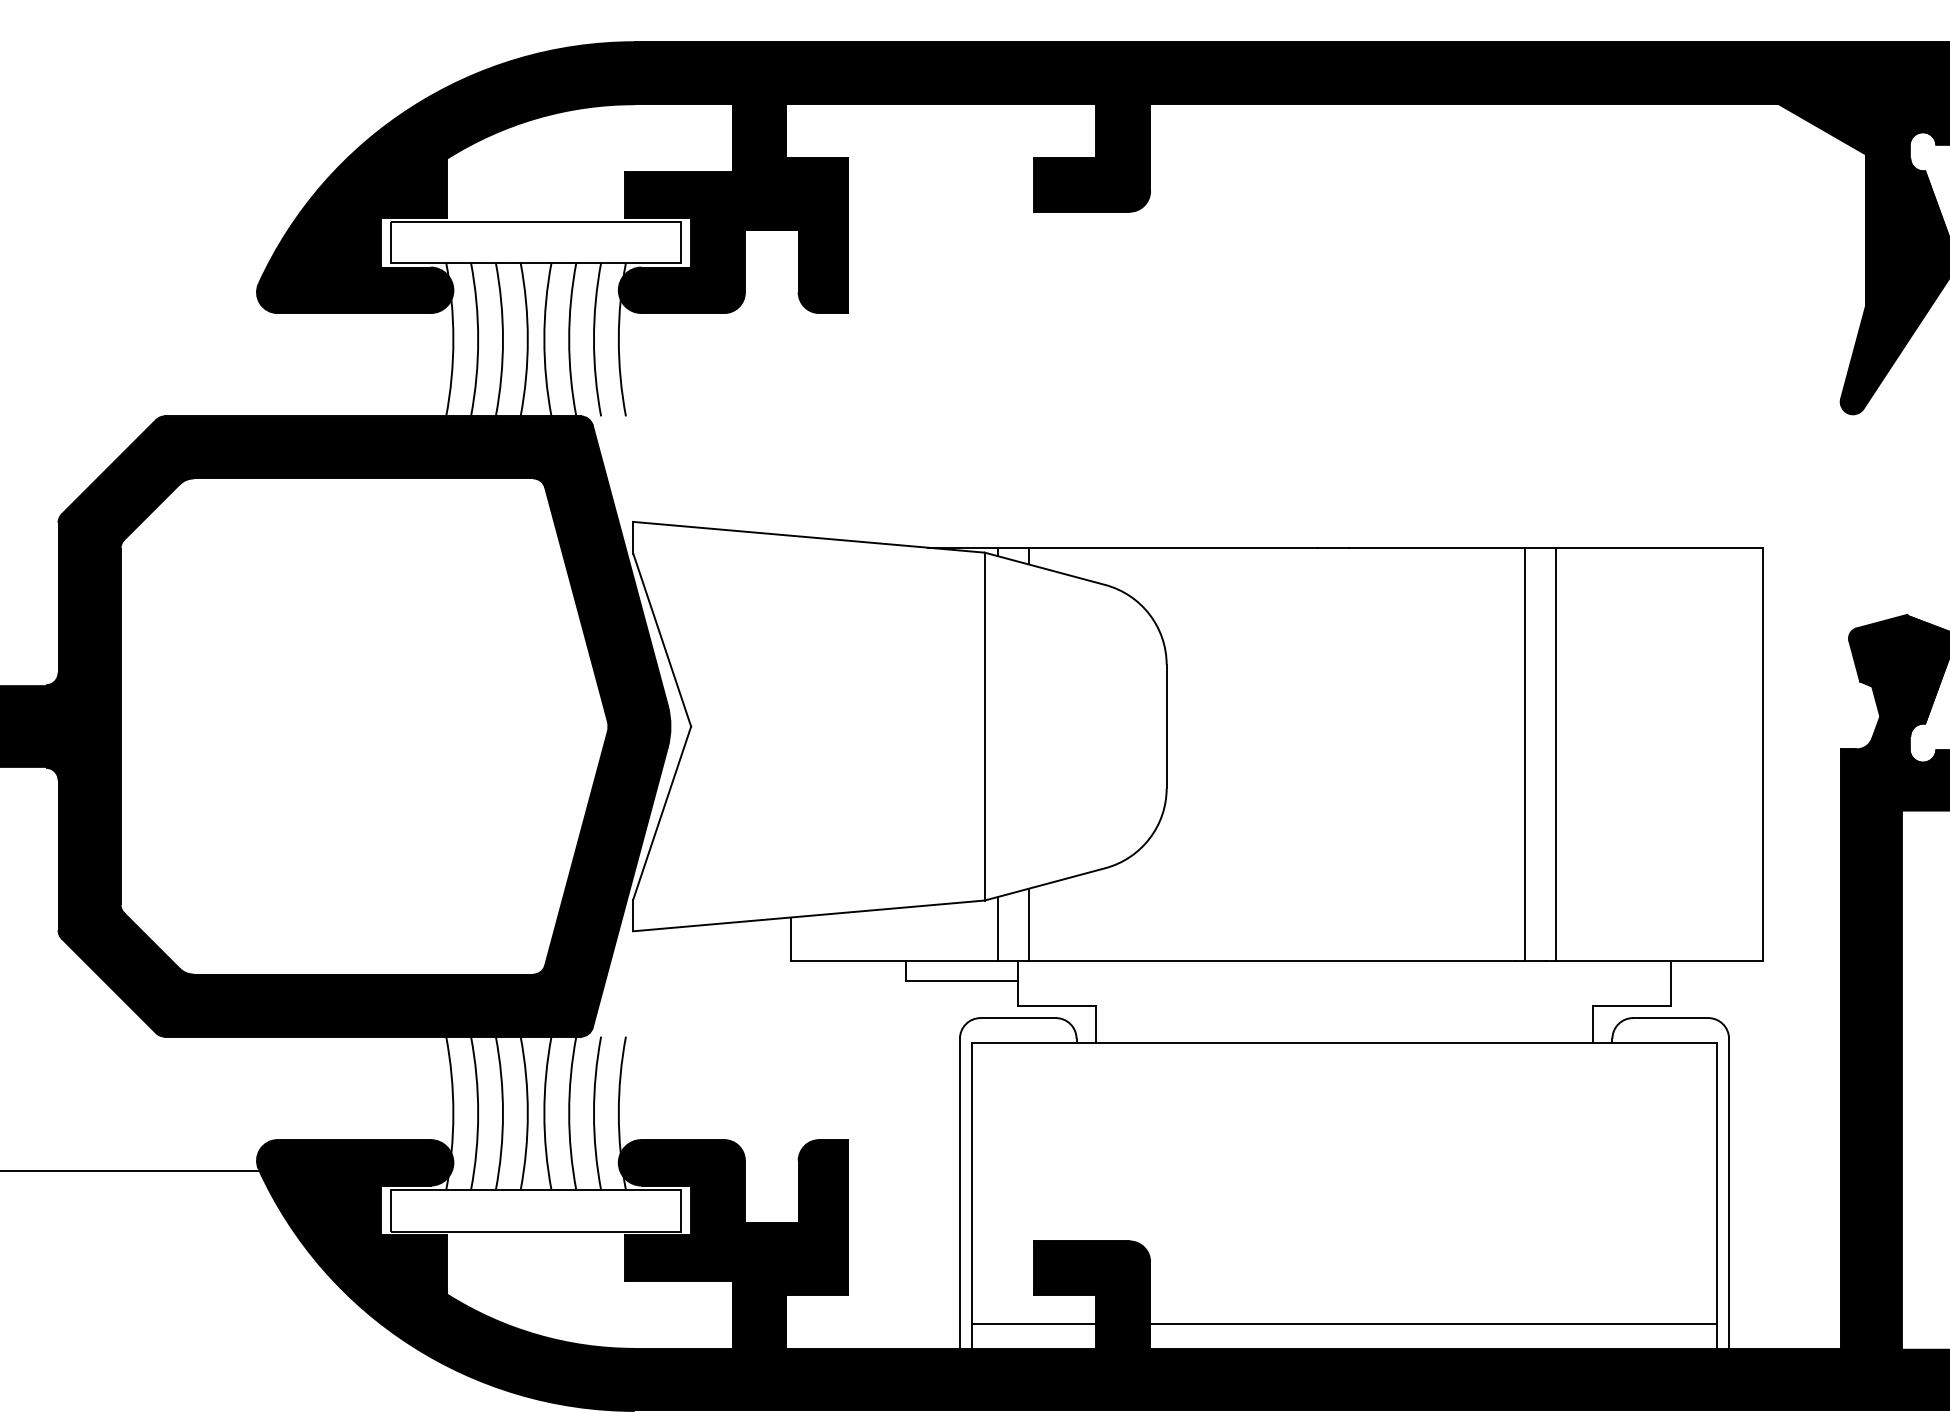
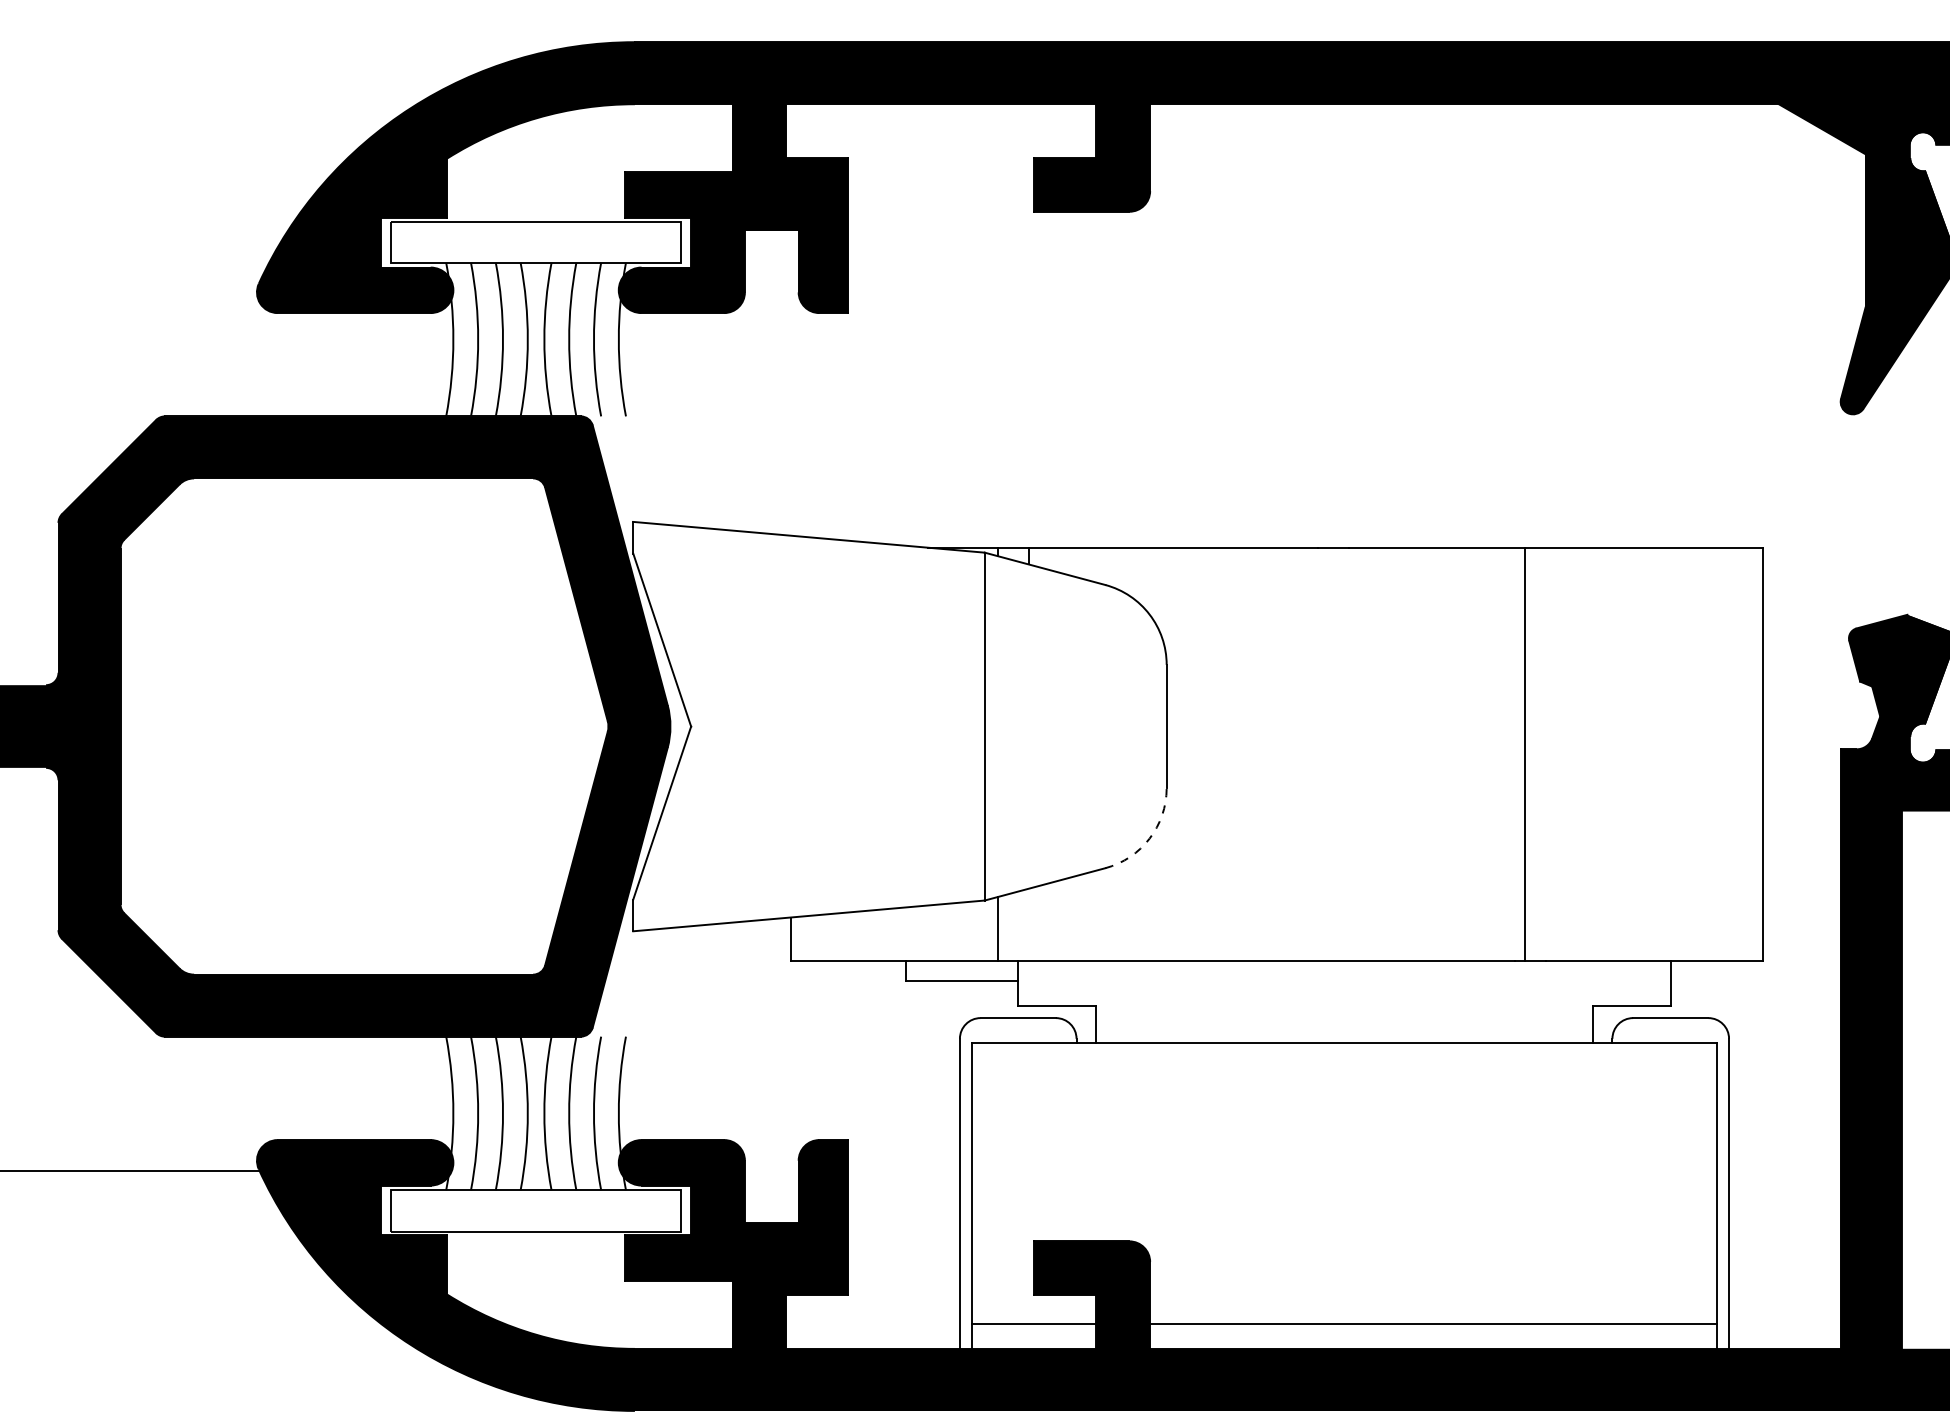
line at (1555, 754): present -> none
arc at (1149, 838): solid -> dashed
line at (1028, 924): present -> none
